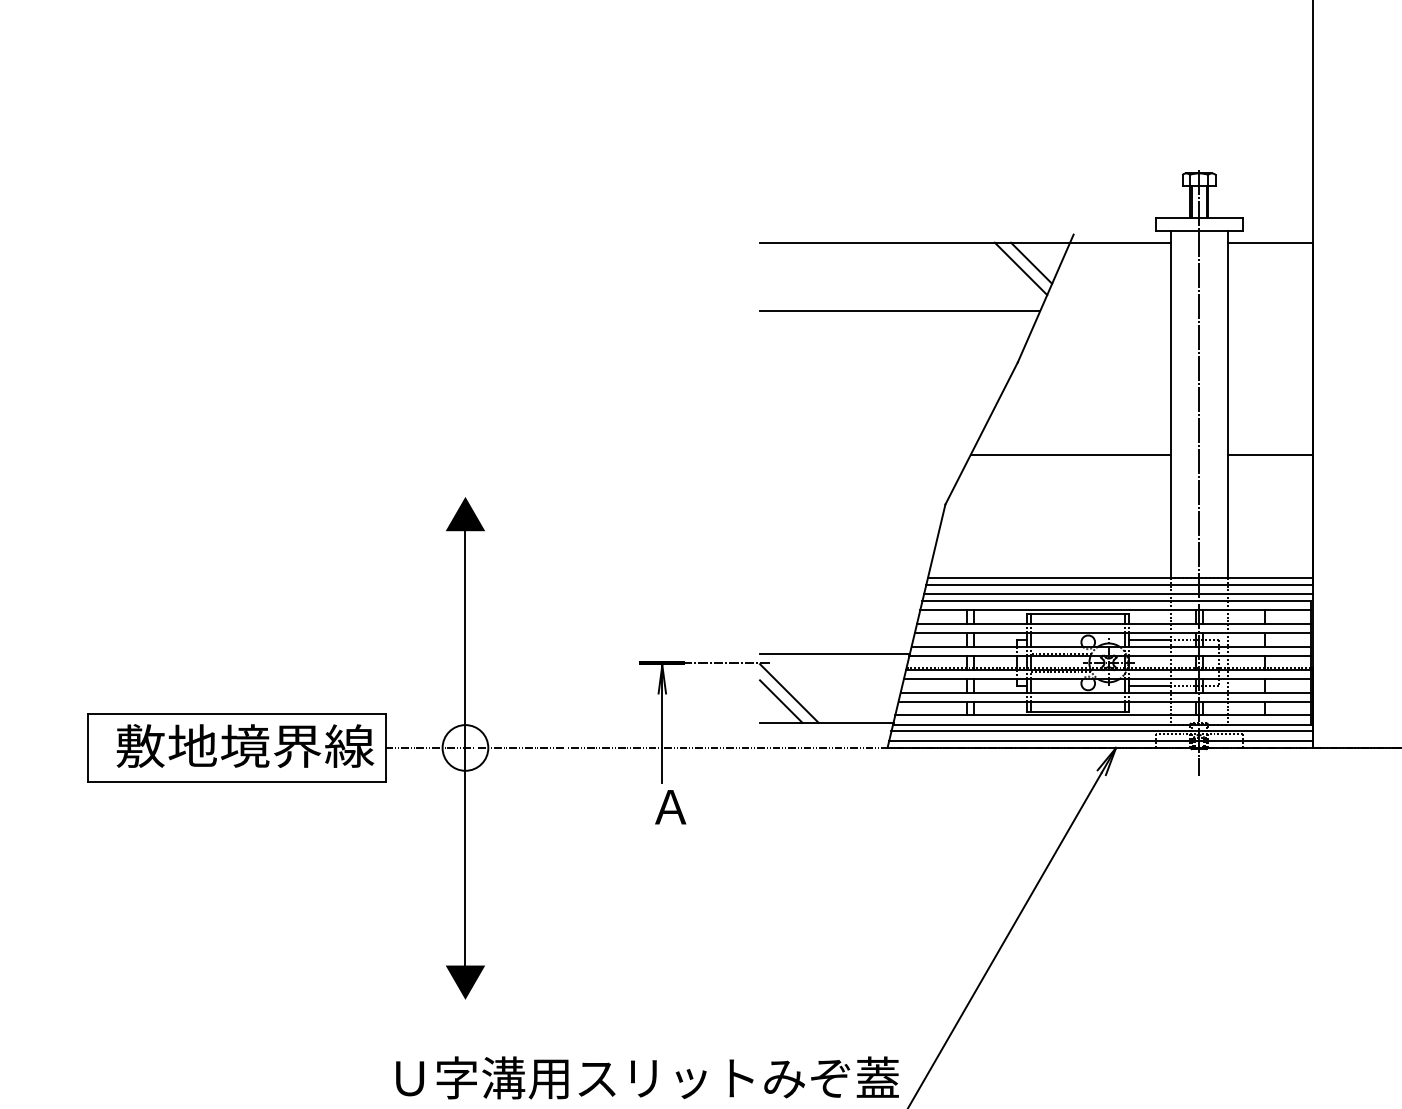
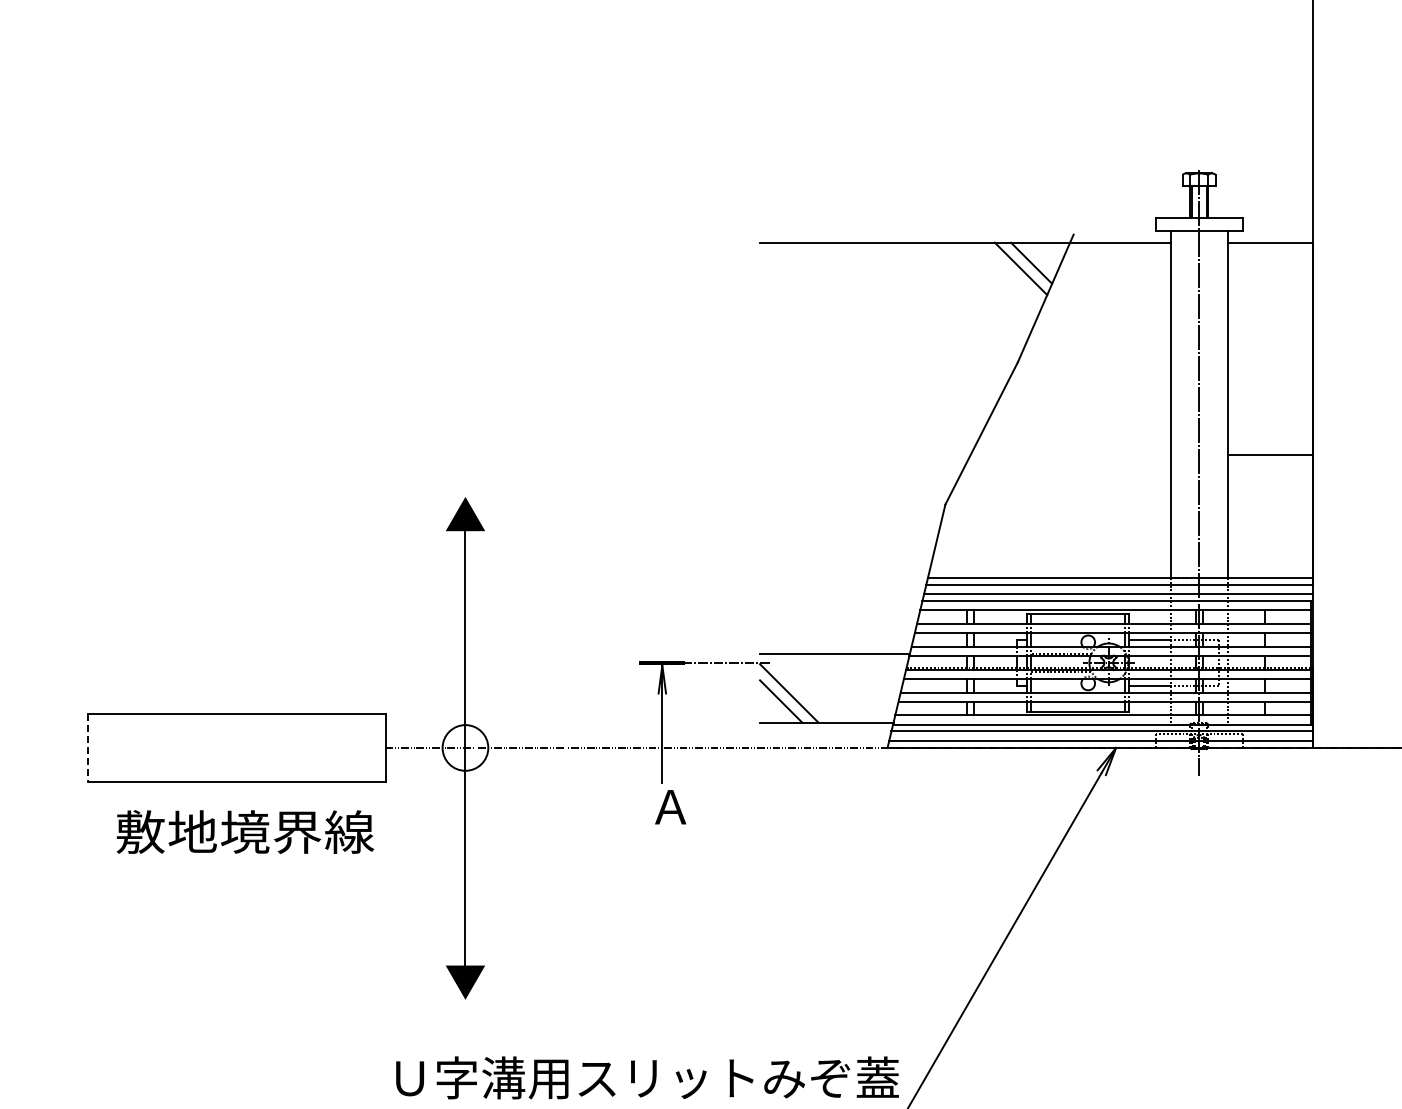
line at (900, 311): present -> none
line at (1070, 454): present -> none
text at (245, 745) position: (245, 745) -> (245, 831)
line at (88, 748): solid -> dashed
